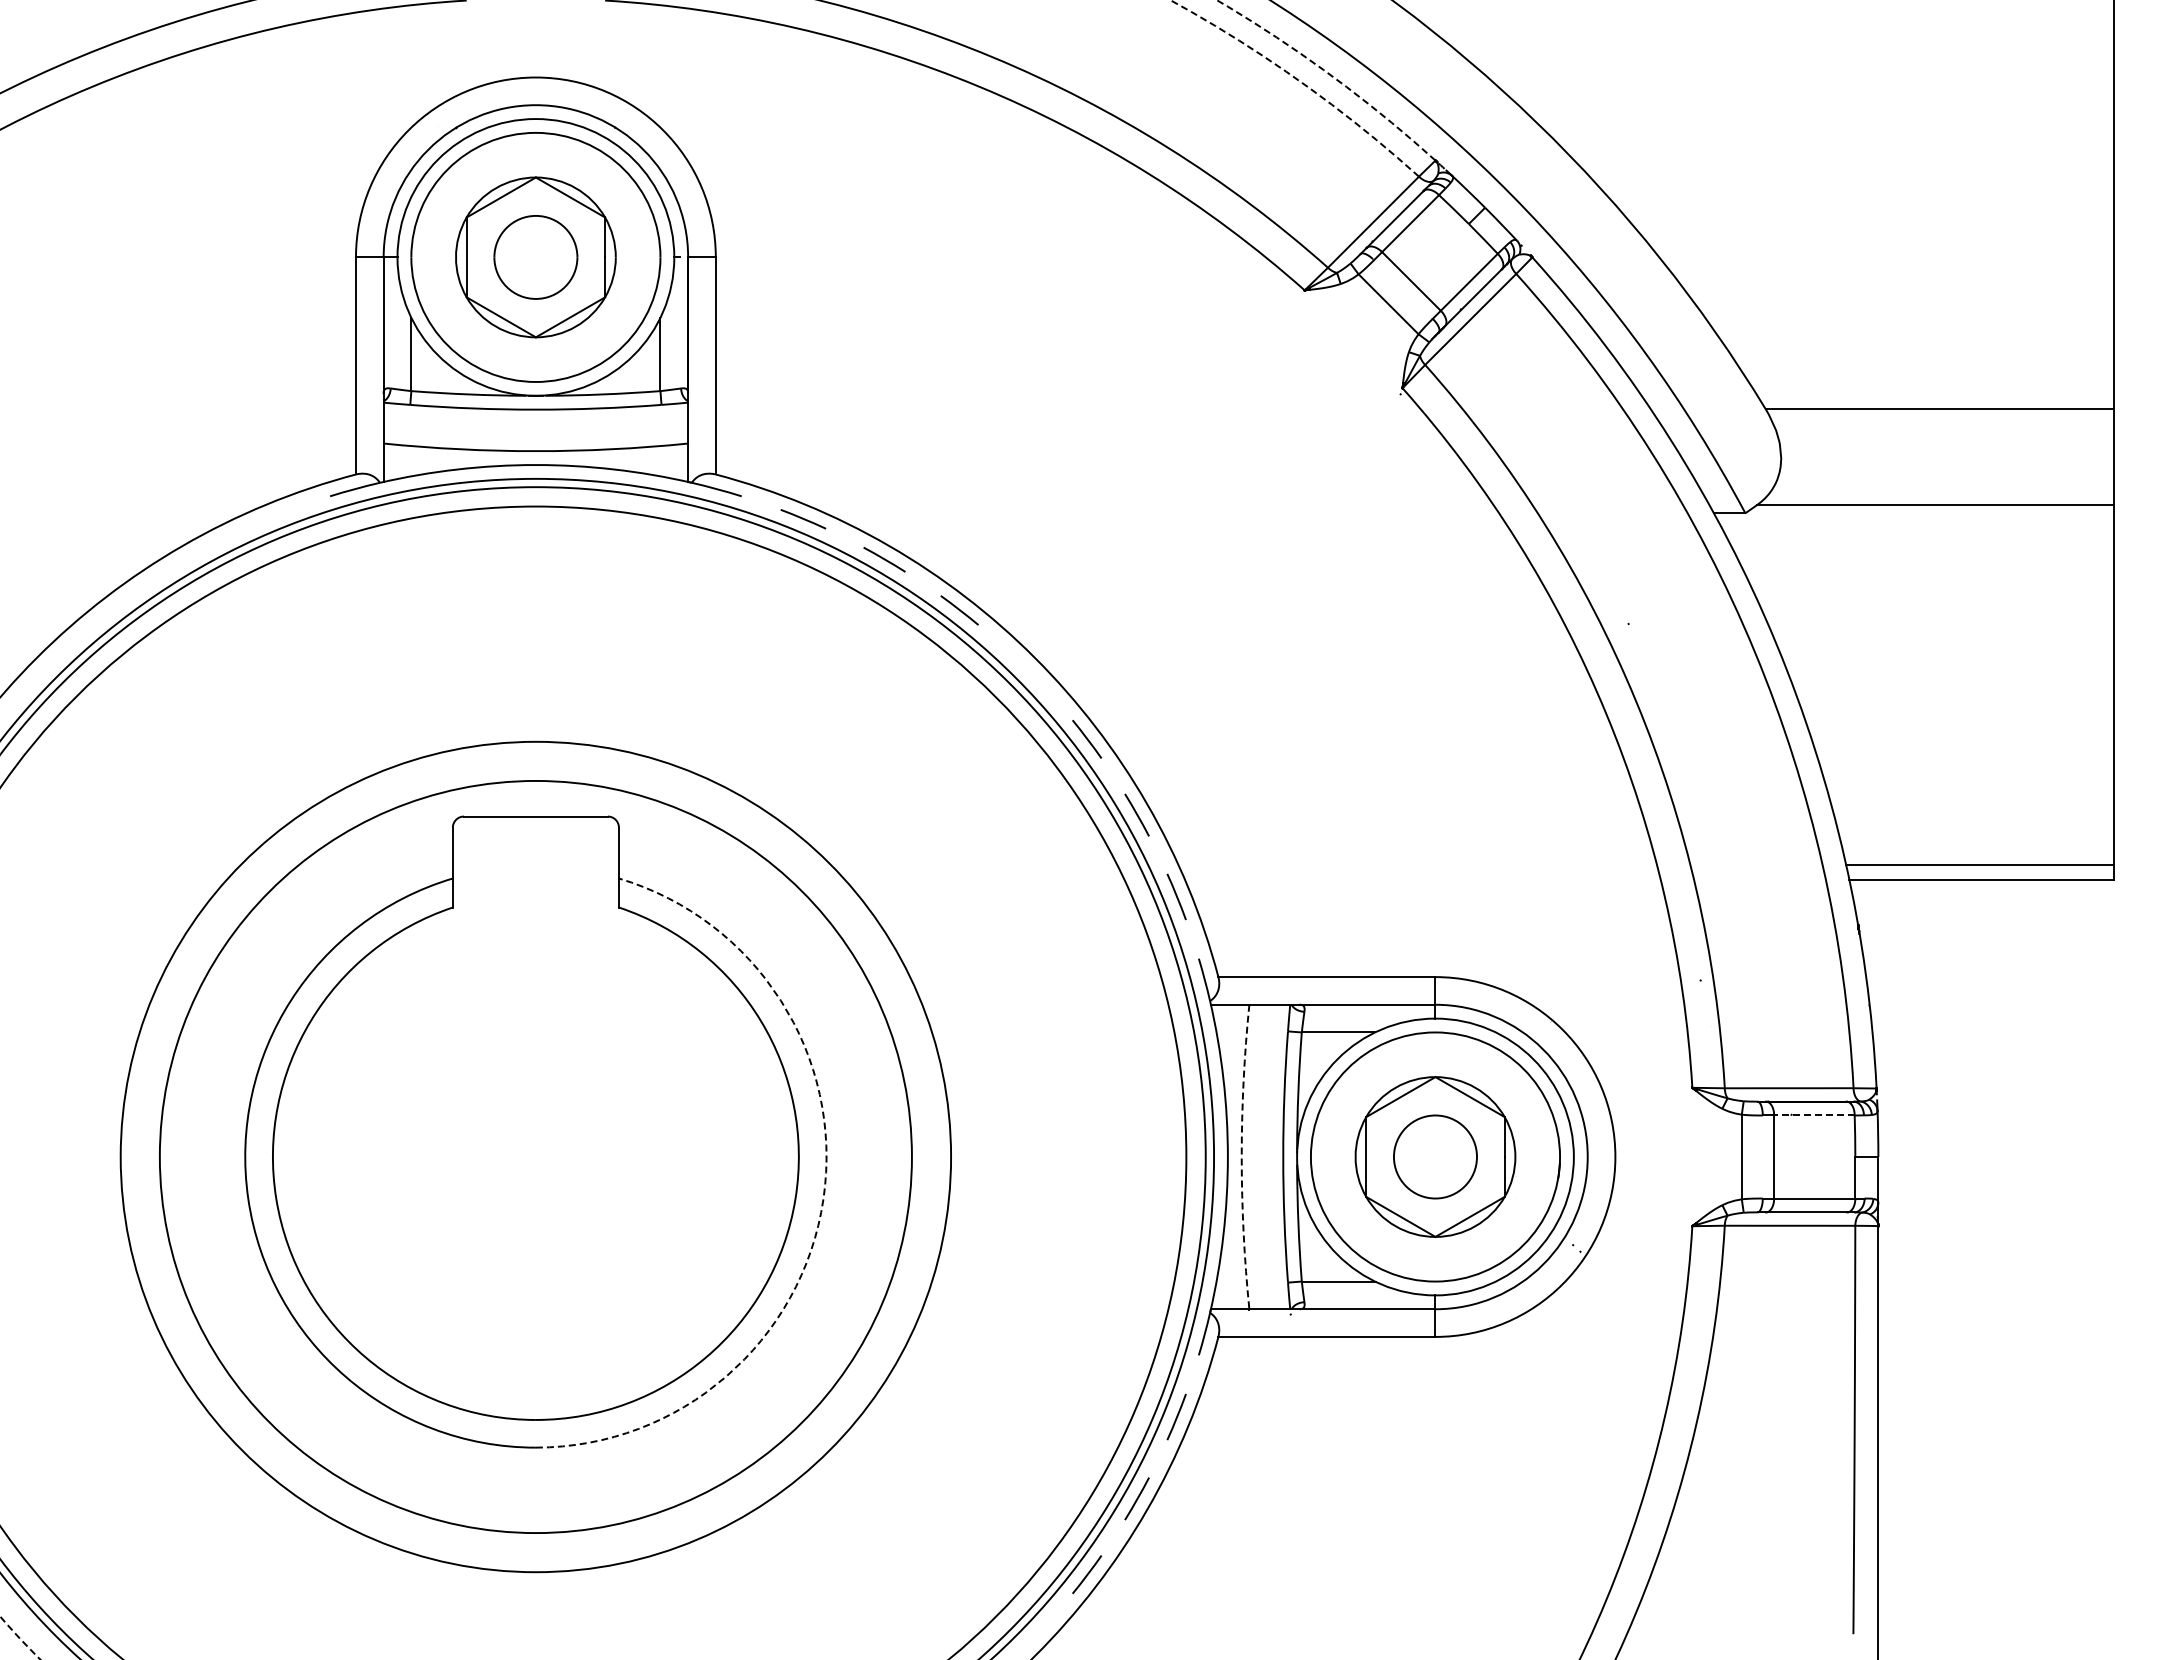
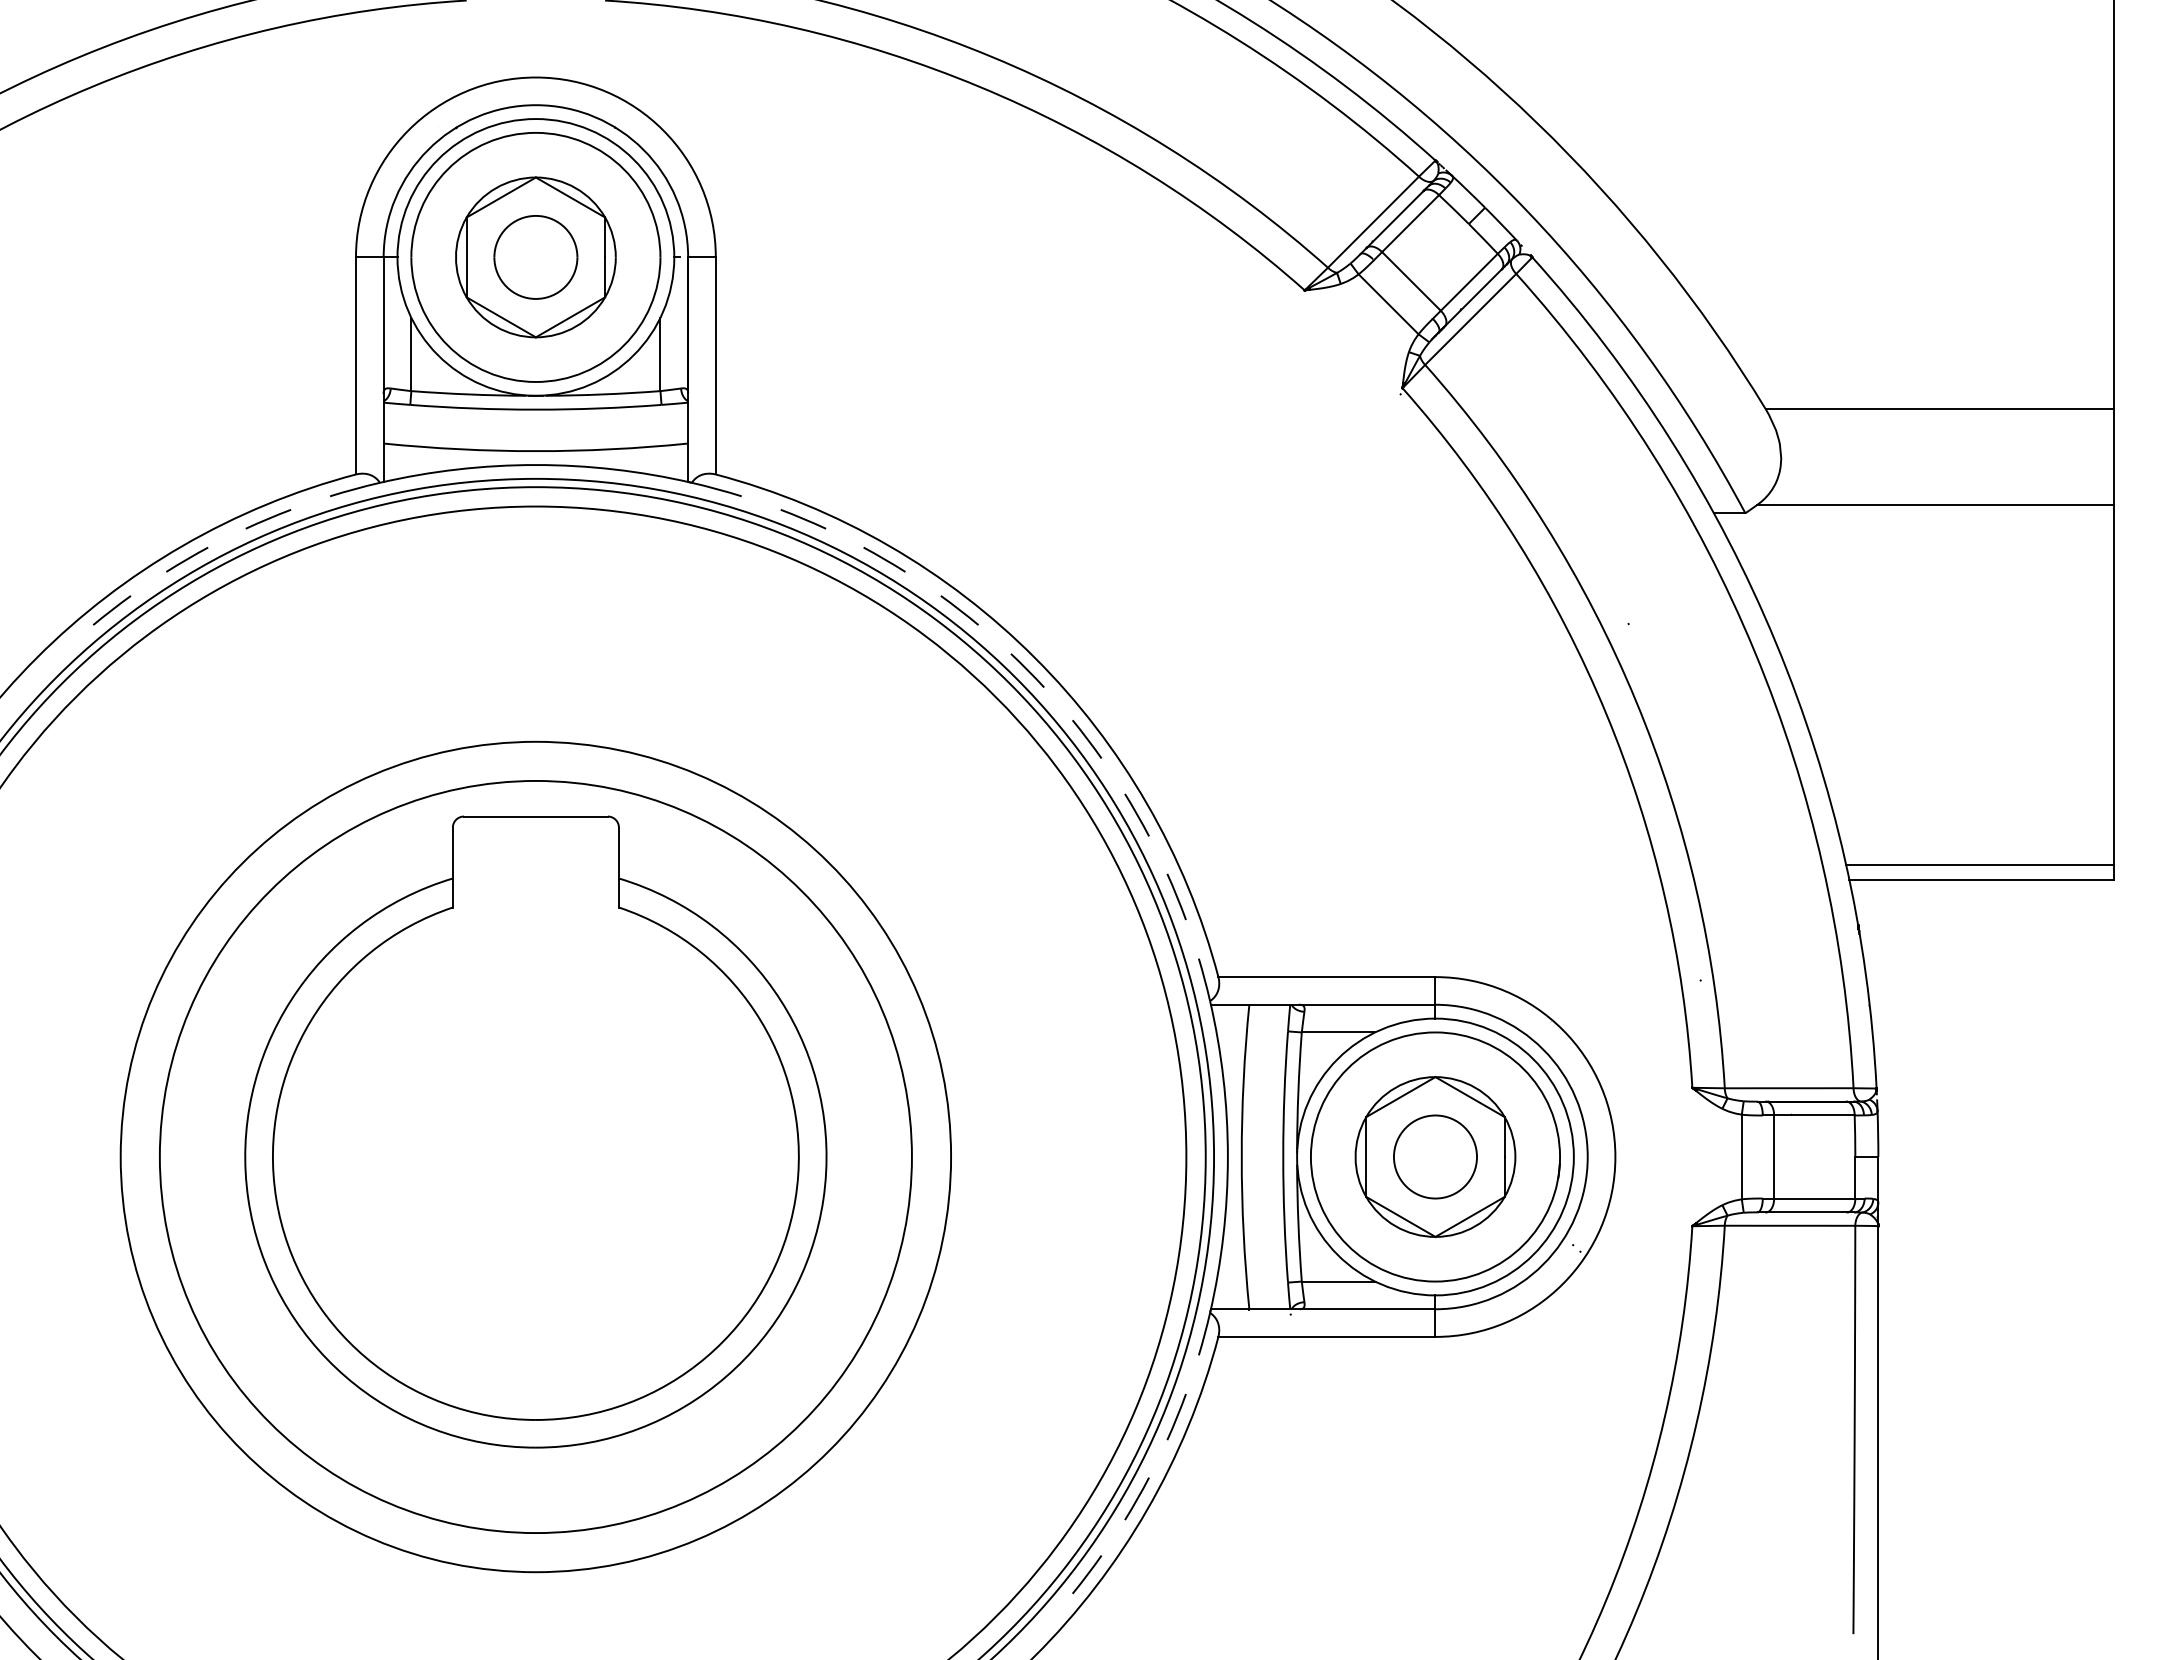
arc at (1329, 74): dashed -> solid
arc at (1301, 82): dashed -> solid
line at (268, 519): none -> present
line at (187, 559): none -> present
line at (111, 610): none -> present
line at (1027, 670): none -> present
line at (1813, 1115): dashed -> solid
arc at (1241, 1157): dashed -> solid
arc at (823, 1198): dashed -> solid
arc at (20, 1638): dashed -> solid
